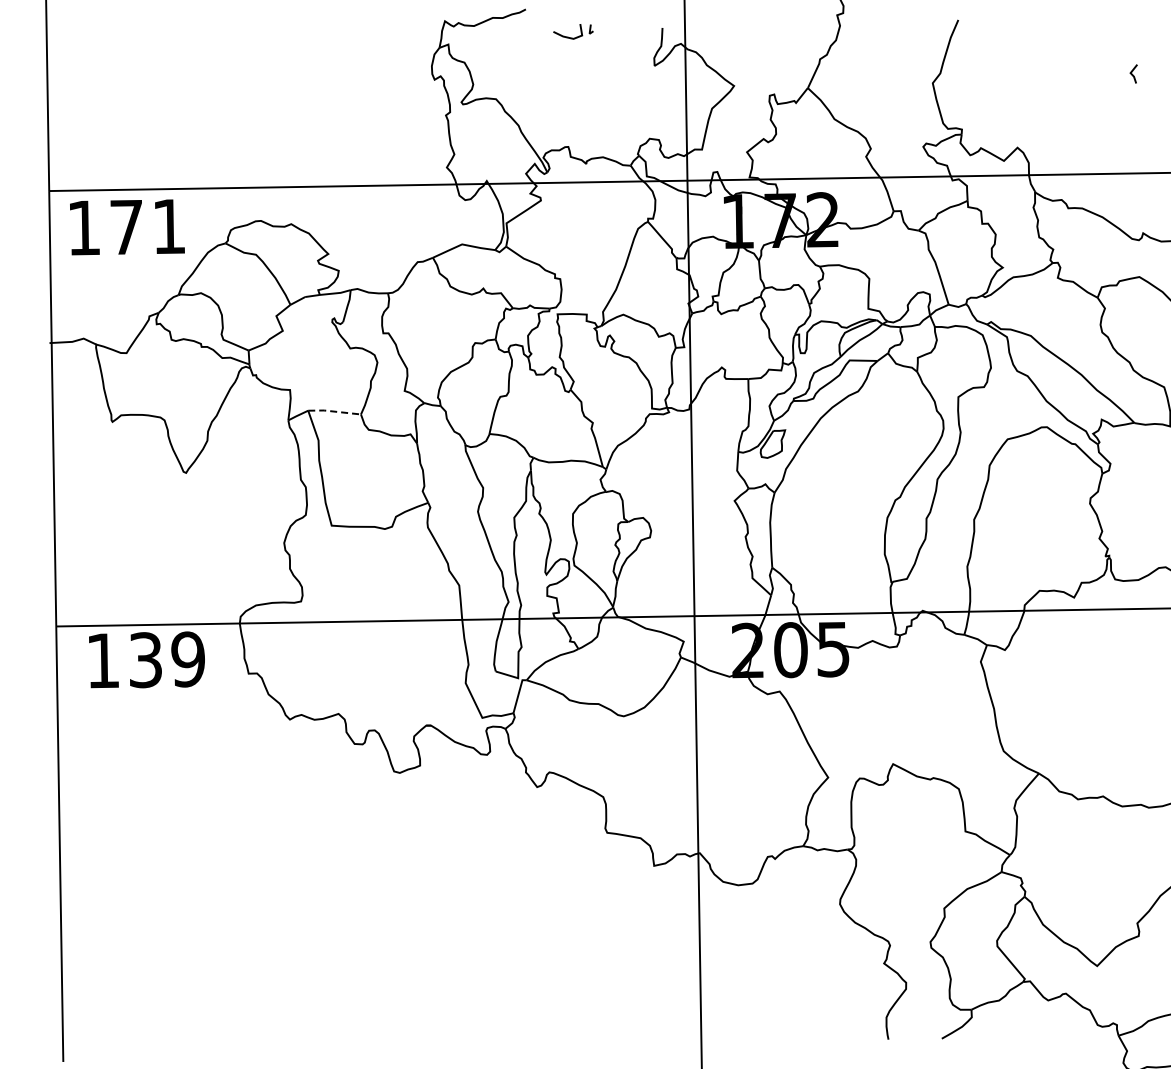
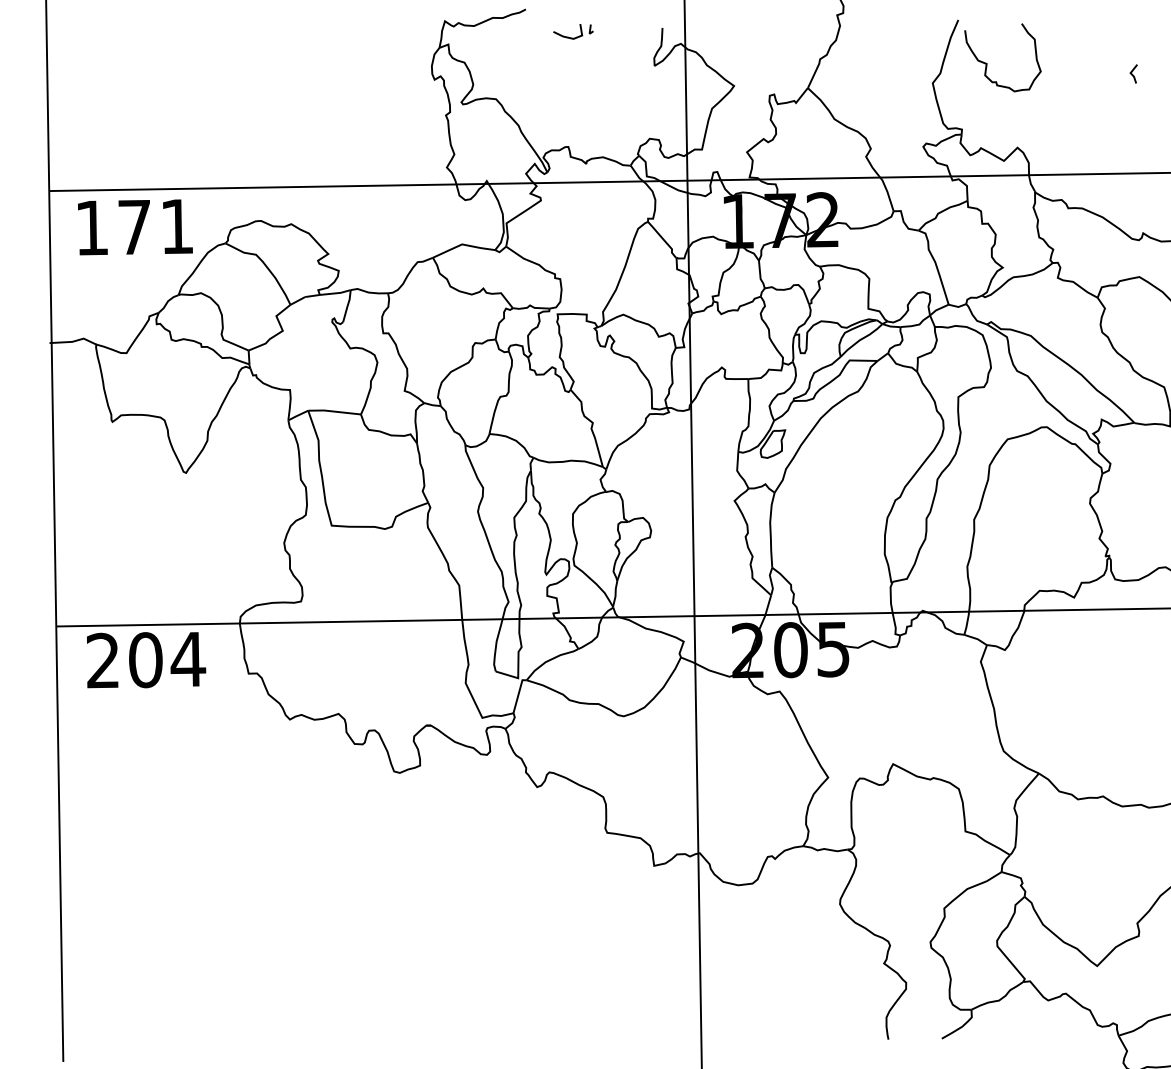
curve at (987, 63): none -> present
text at (127, 227) position: (127, 227) -> (135, 227)
line at (334, 411): dashed -> solid
text at (146, 659): 139 -> 204
